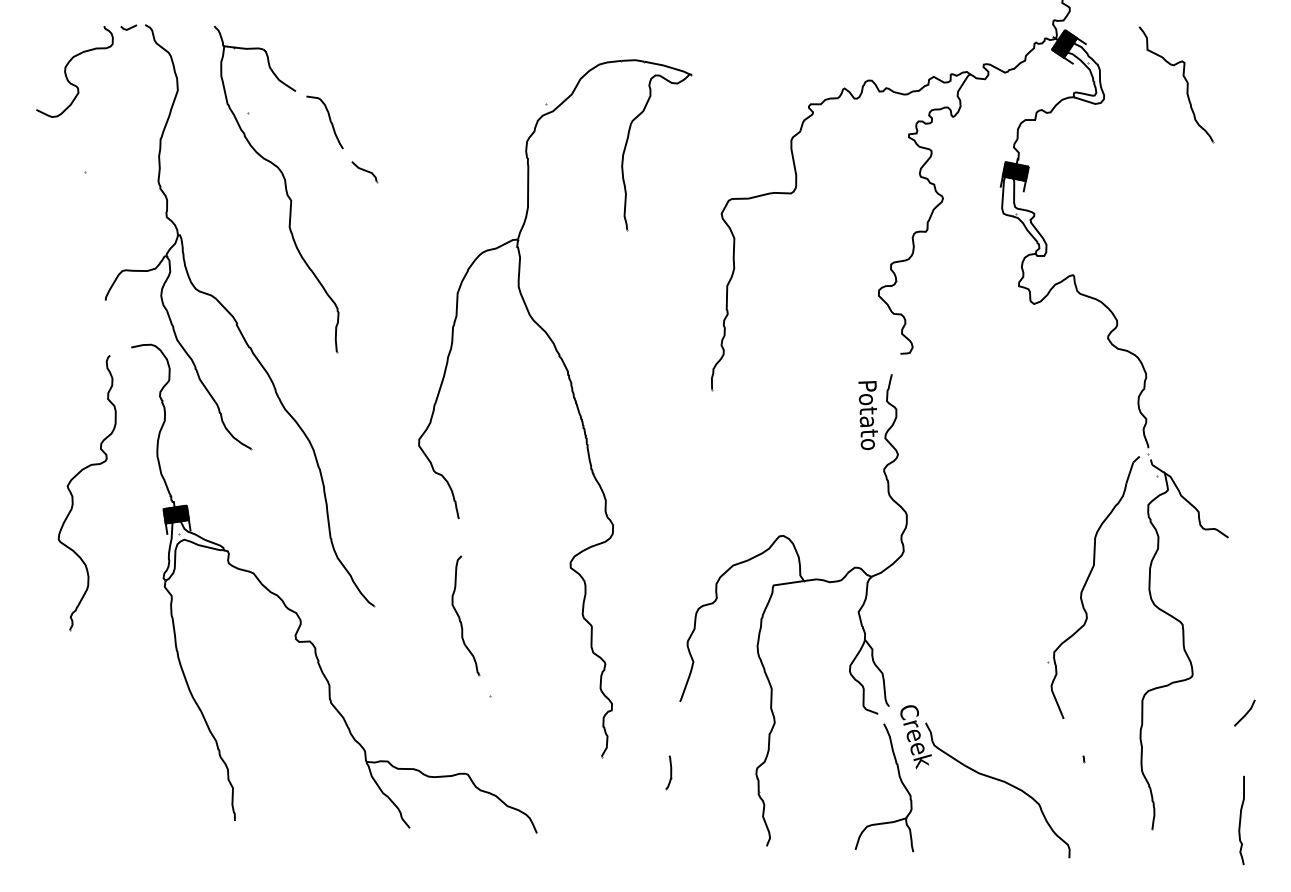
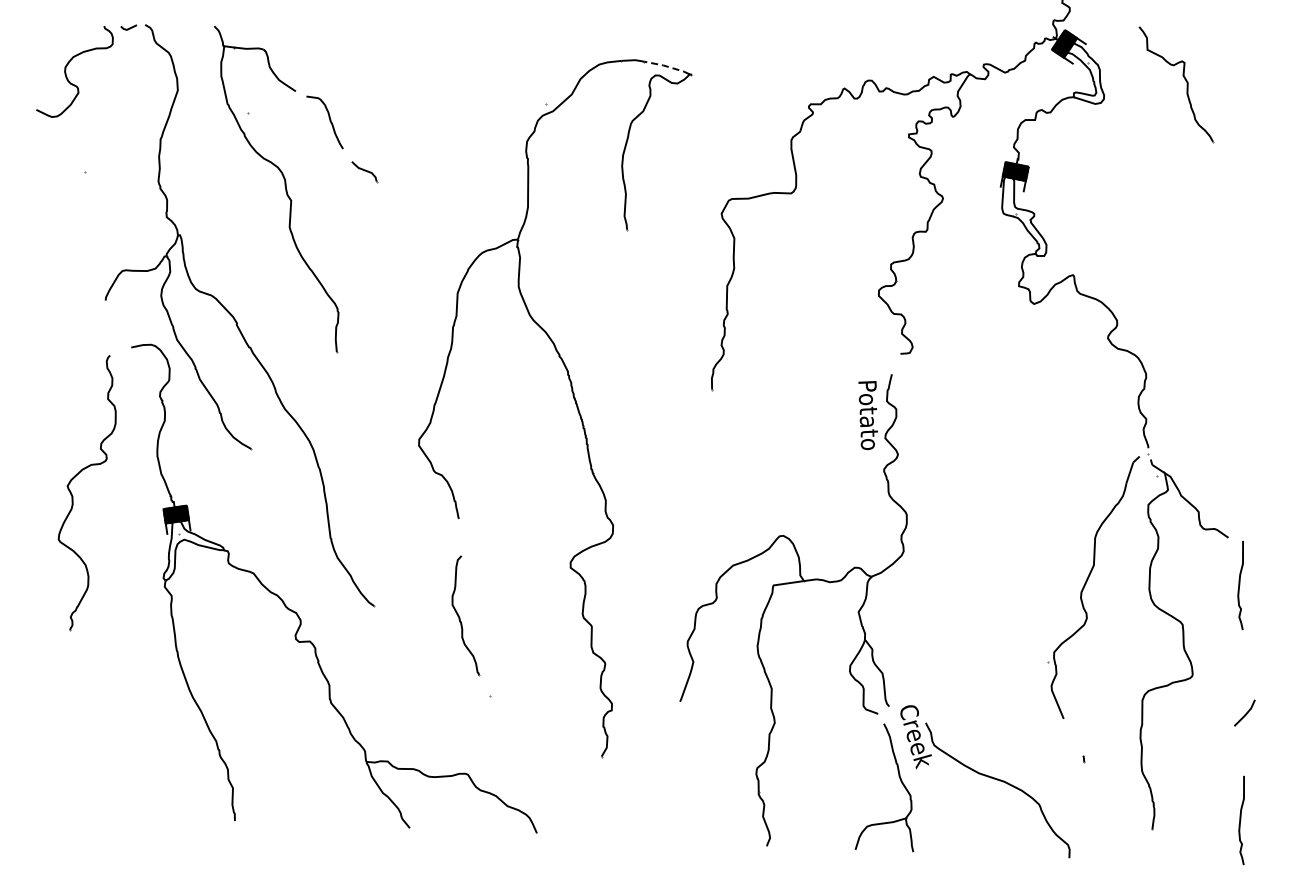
line at (667, 66): solid -> dashed
curve at (1240, 585): none -> present
part at (668, 772): present -> none
